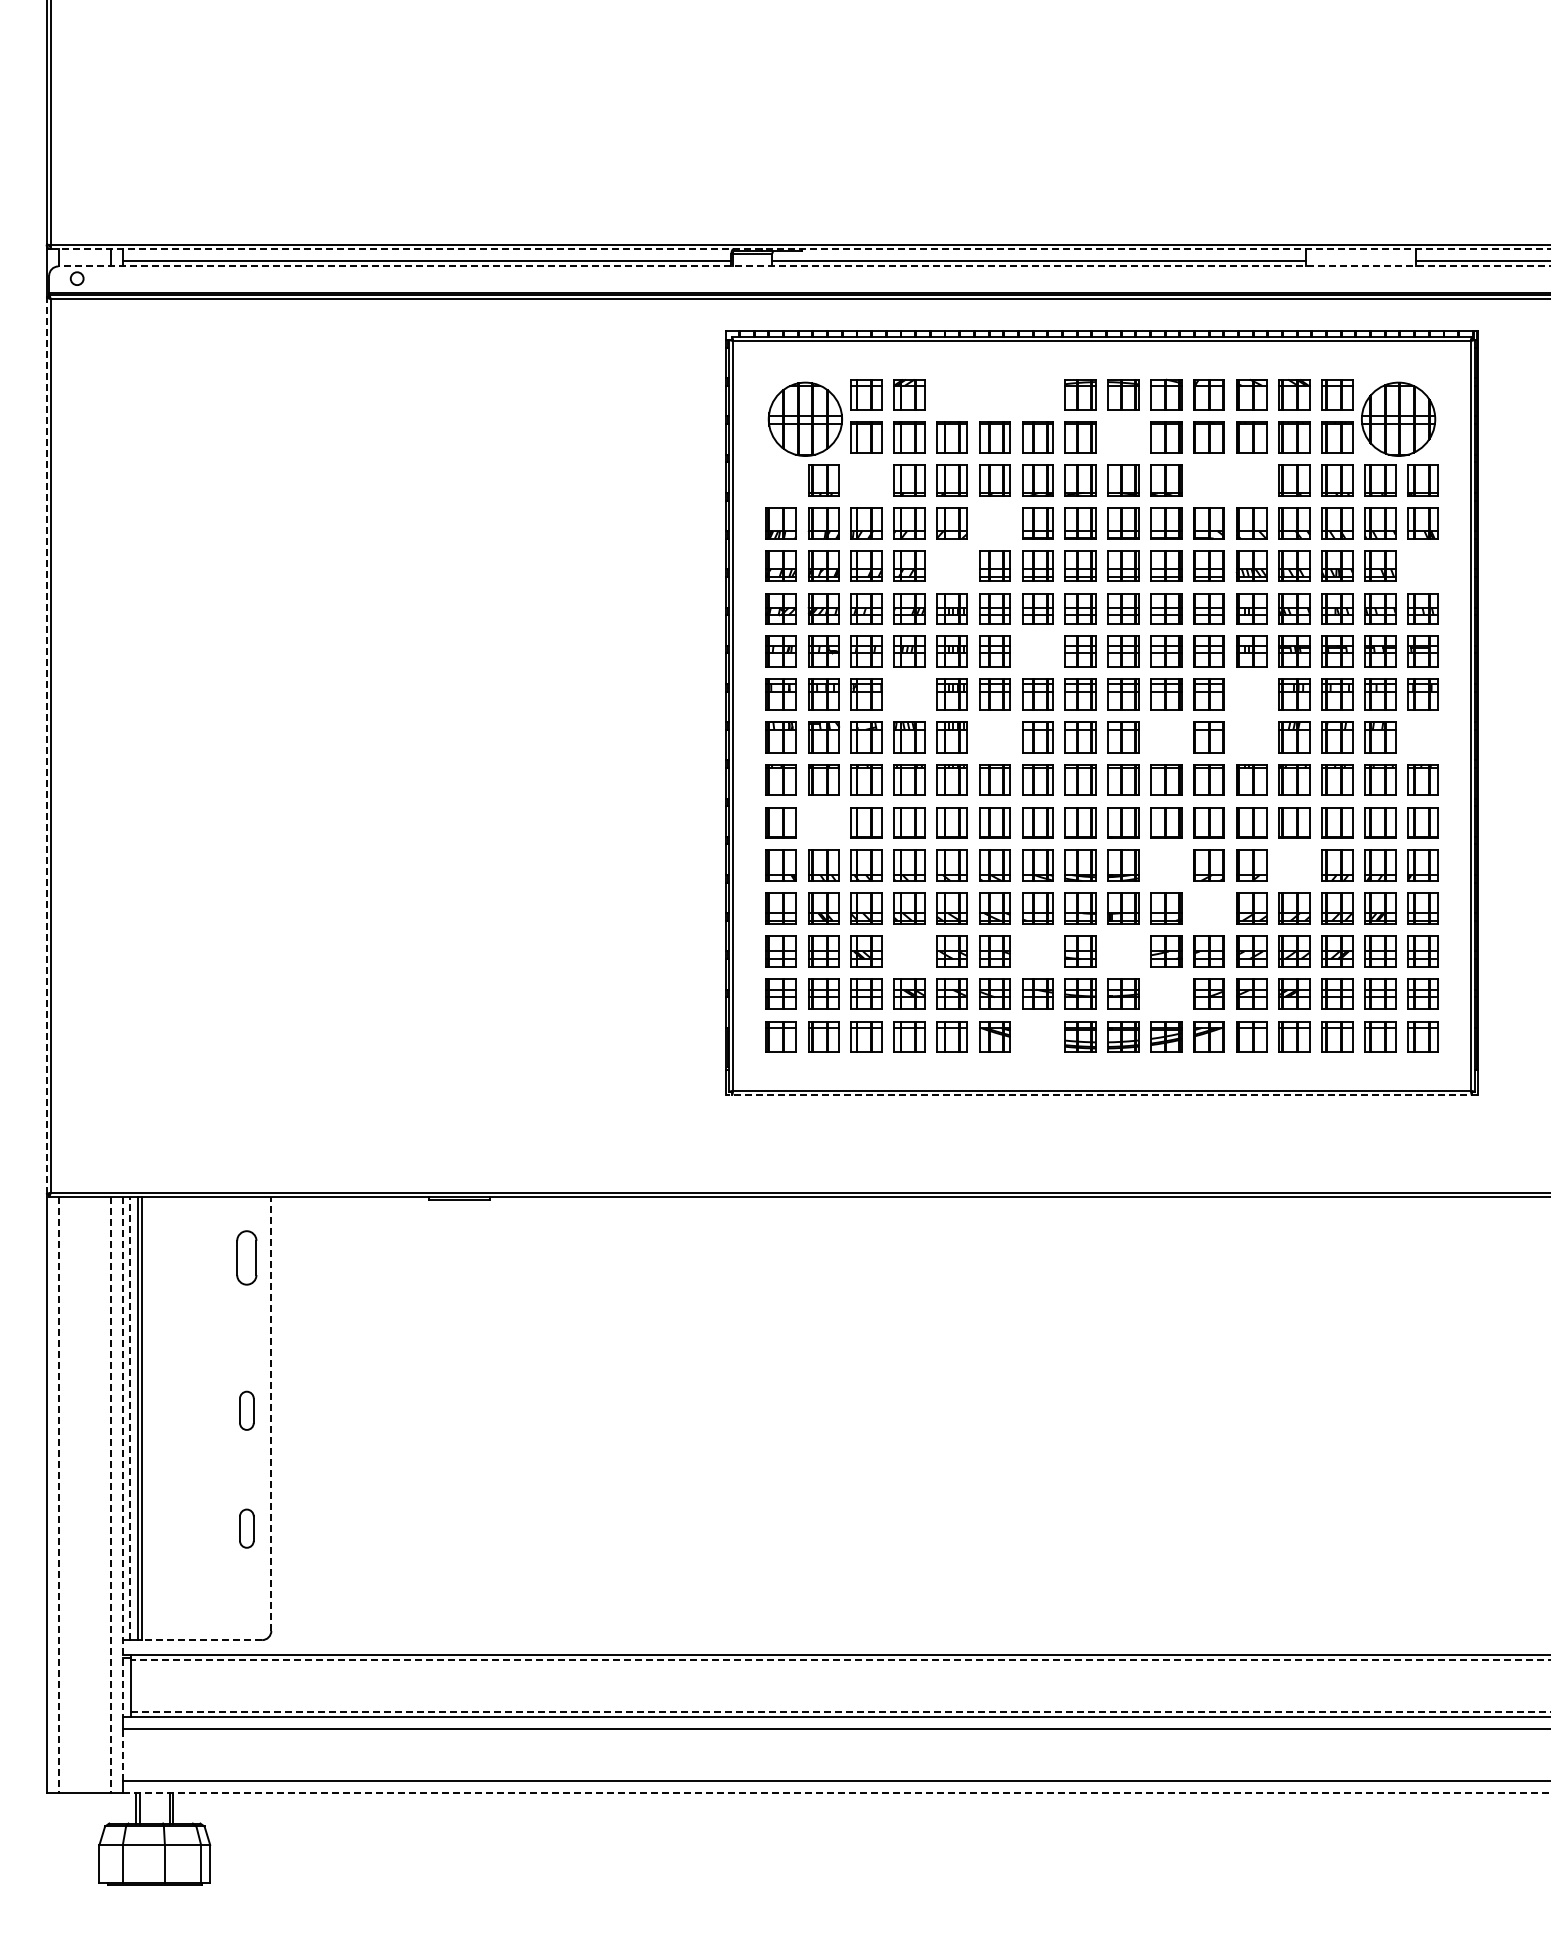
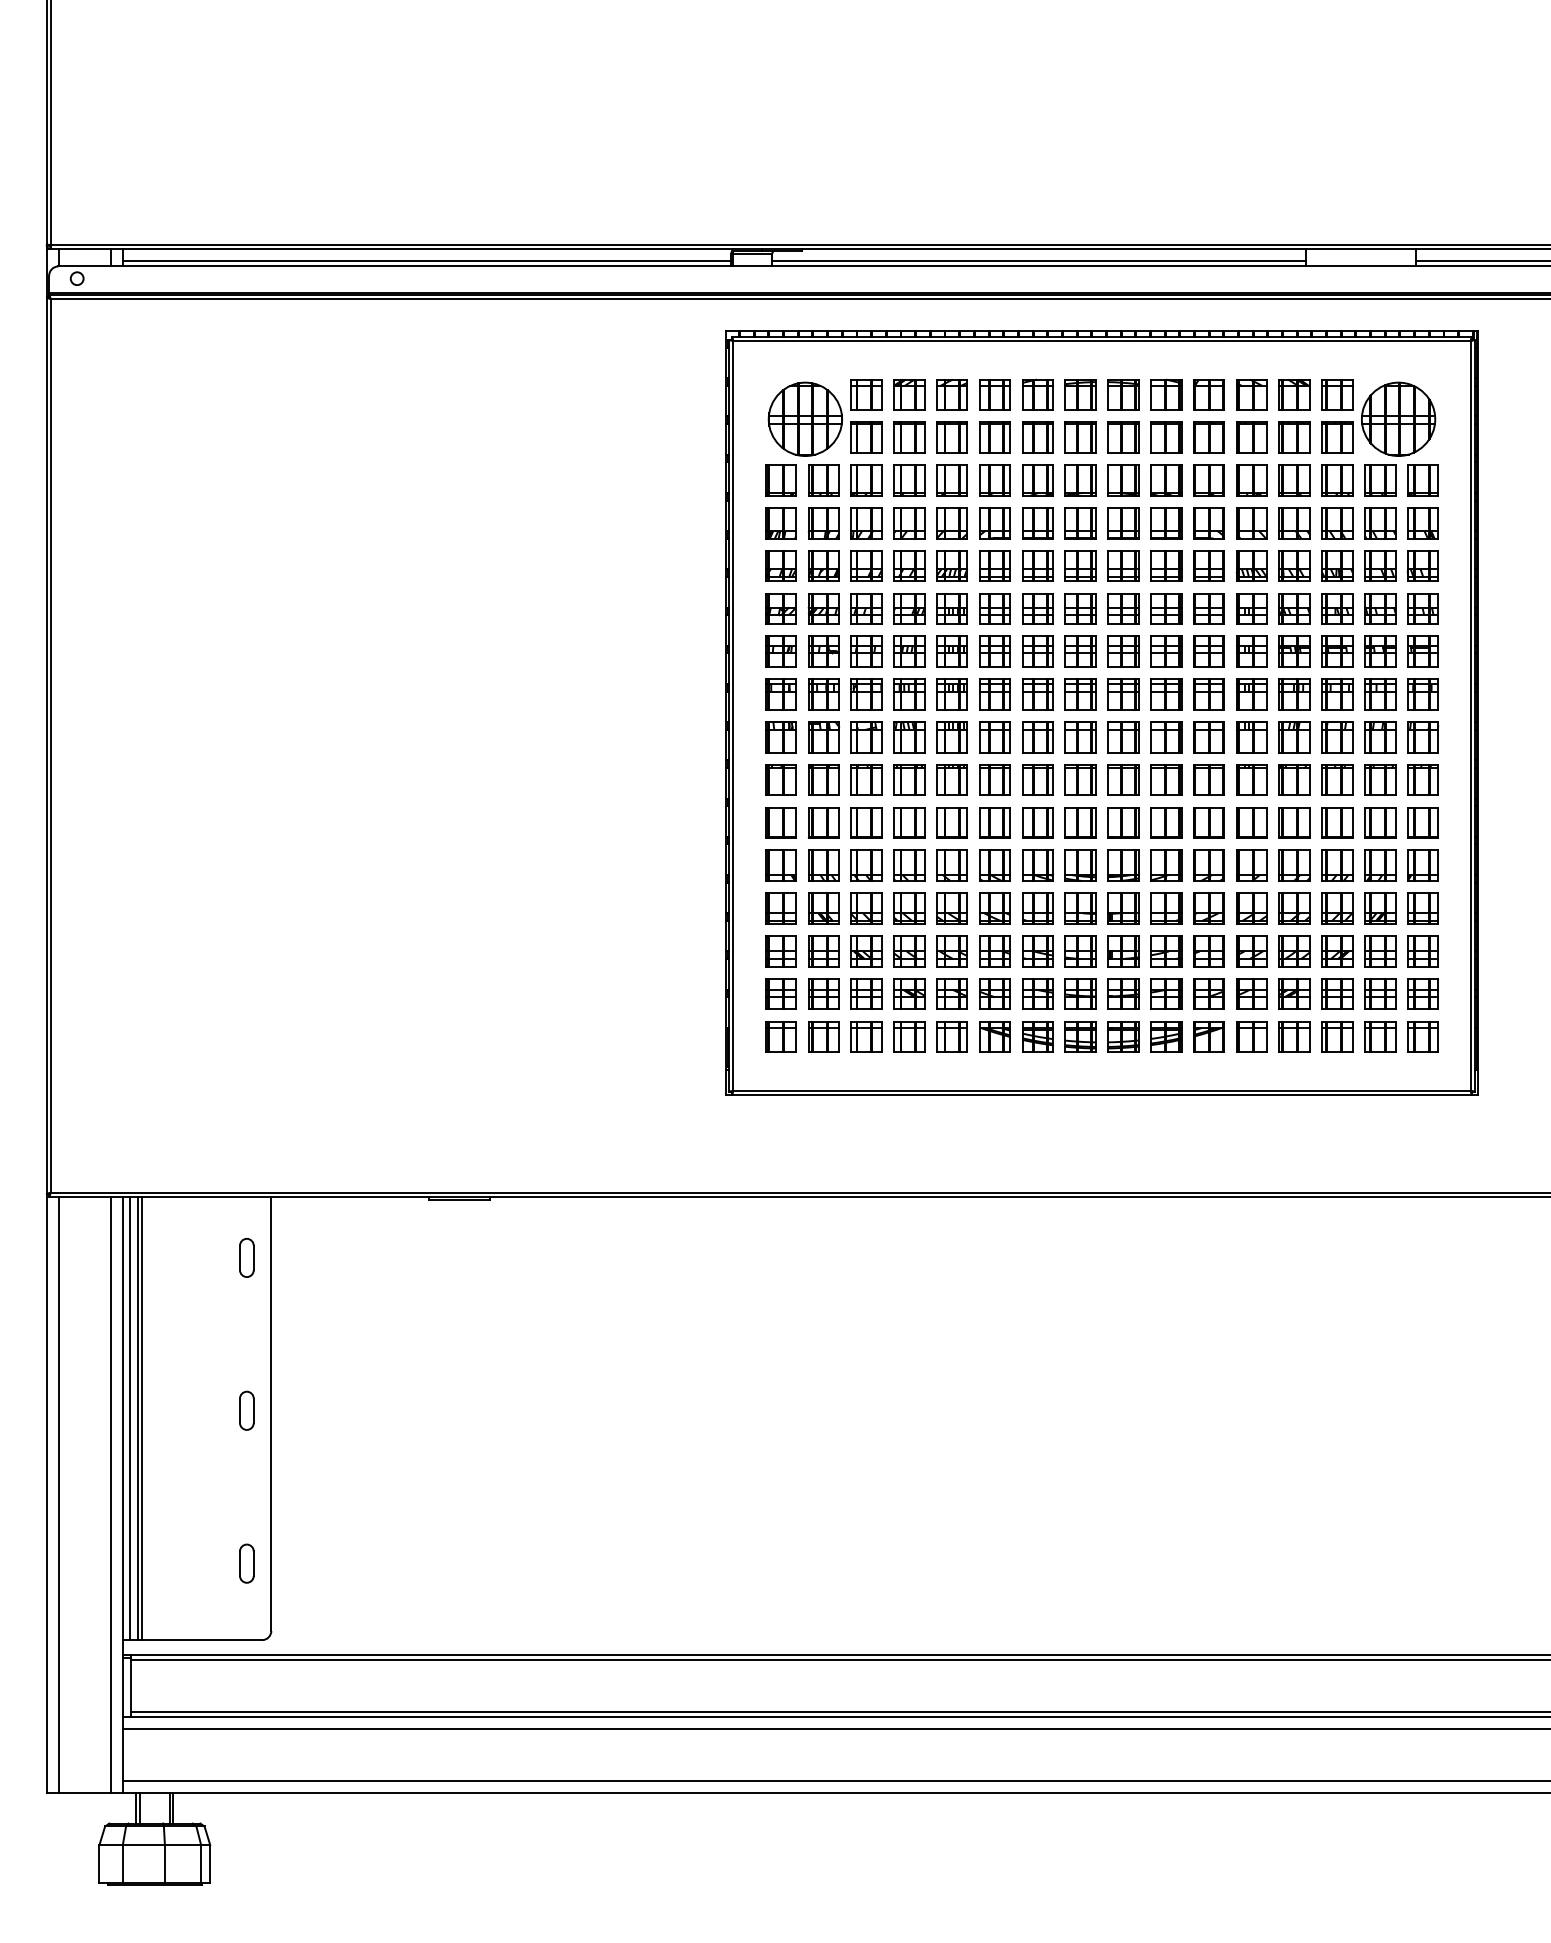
line at (800, 249): dashed -> solid
line at (804, 266): dashed -> solid
part at (951, 394): none -> present
part at (994, 394): none -> present
part at (1037, 394): none -> present
part at (1123, 437): none -> present
part at (780, 480): none -> present
part at (866, 480): none -> present
part at (1208, 480): none -> present
part at (1251, 480): none -> present
part at (994, 523): none -> present
part at (951, 565): none -> present
part at (1422, 565): none -> present
part at (1037, 651): none -> present
part at (909, 694): none -> present
part at (1251, 694): none -> present
part at (994, 737): none -> present
part at (1166, 737): none -> present
part at (1251, 737): none -> present
part at (1423, 737): none -> present
line at (46, 745): dashed -> solid
part at (823, 822): none -> present
part at (1166, 865): none -> present
part at (1294, 865): none -> present
part at (1208, 908): none -> present
part at (909, 951): none -> present
part at (1037, 951): none -> present
part at (1123, 951): none -> present
part at (1166, 993): none -> present
part at (1037, 1036): none -> present
line at (1101, 1095): dashed -> solid
part at (246, 1257) size: 22x56 px -> 16x40 px
line at (271, 1413): dashed -> solid
line at (130, 1418): dashed -> solid
line at (123, 1456): dashed -> solid
line at (58, 1495): dashed -> solid
line at (110, 1495): dashed -> solid
part at (246, 1528) position: (246, 1528) -> (246, 1563)
line at (201, 1640): dashed -> solid
line at (840, 1660): dashed -> solid
line at (840, 1711): dashed -> solid
line at (123, 1754): dashed -> solid
line at (836, 1792): dashed -> solid
